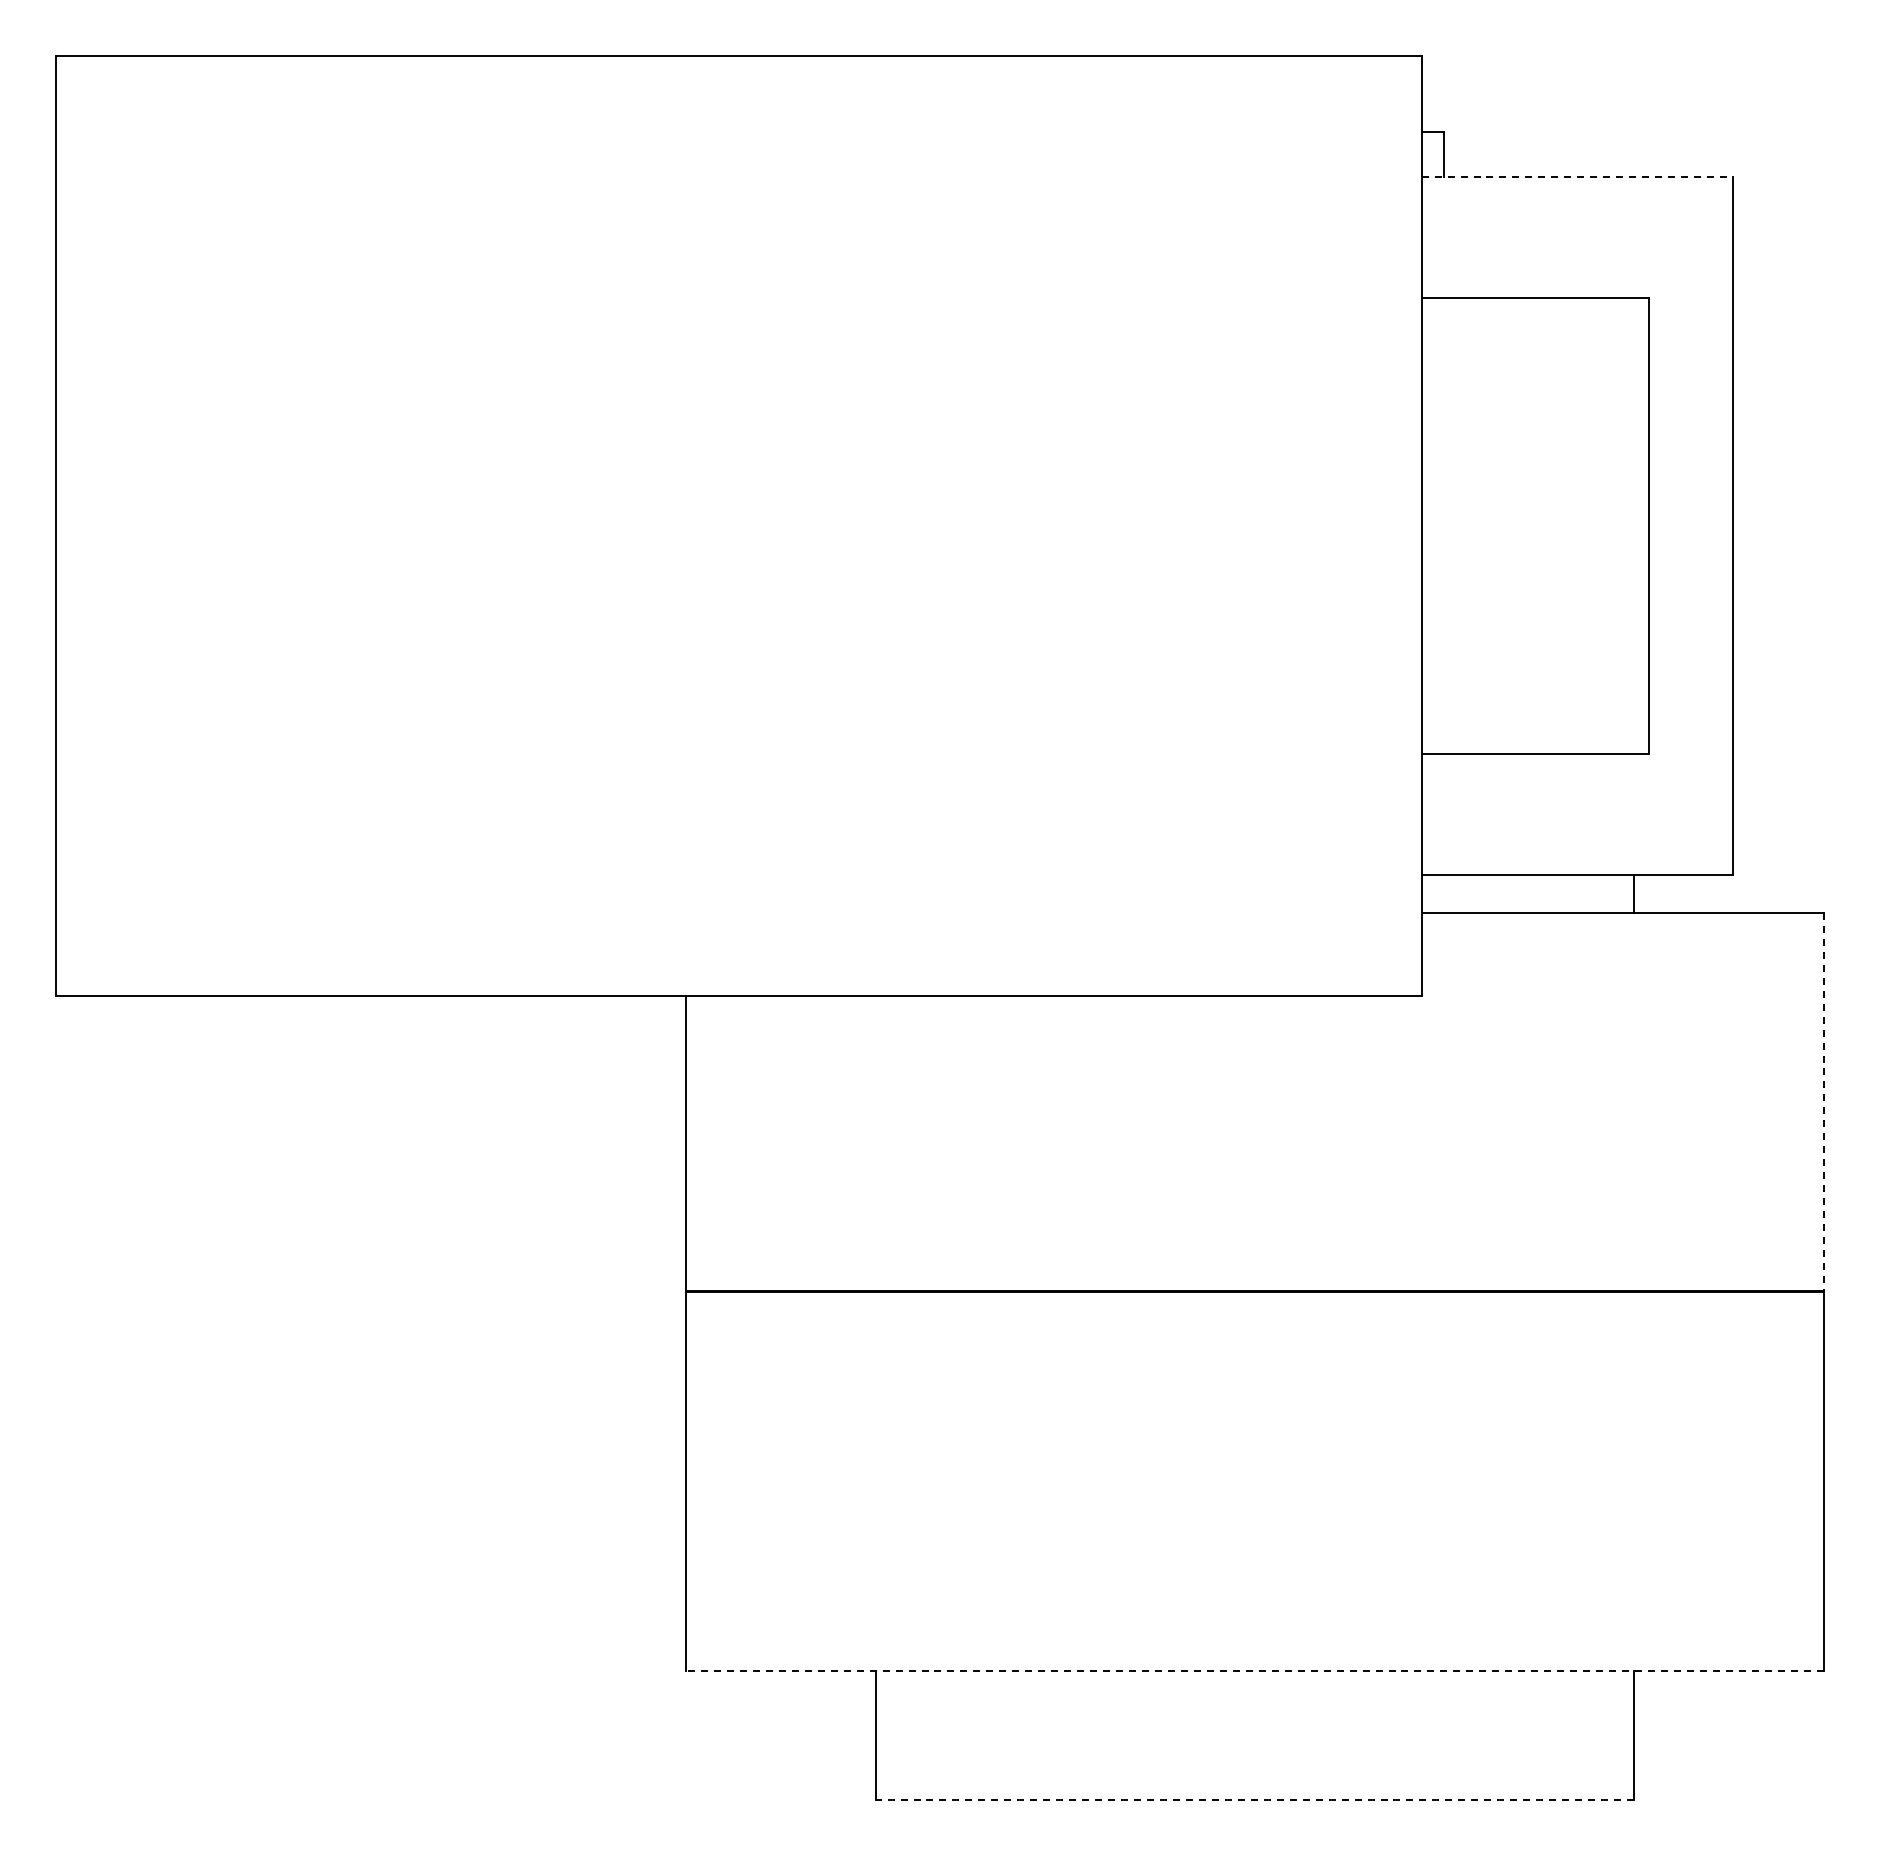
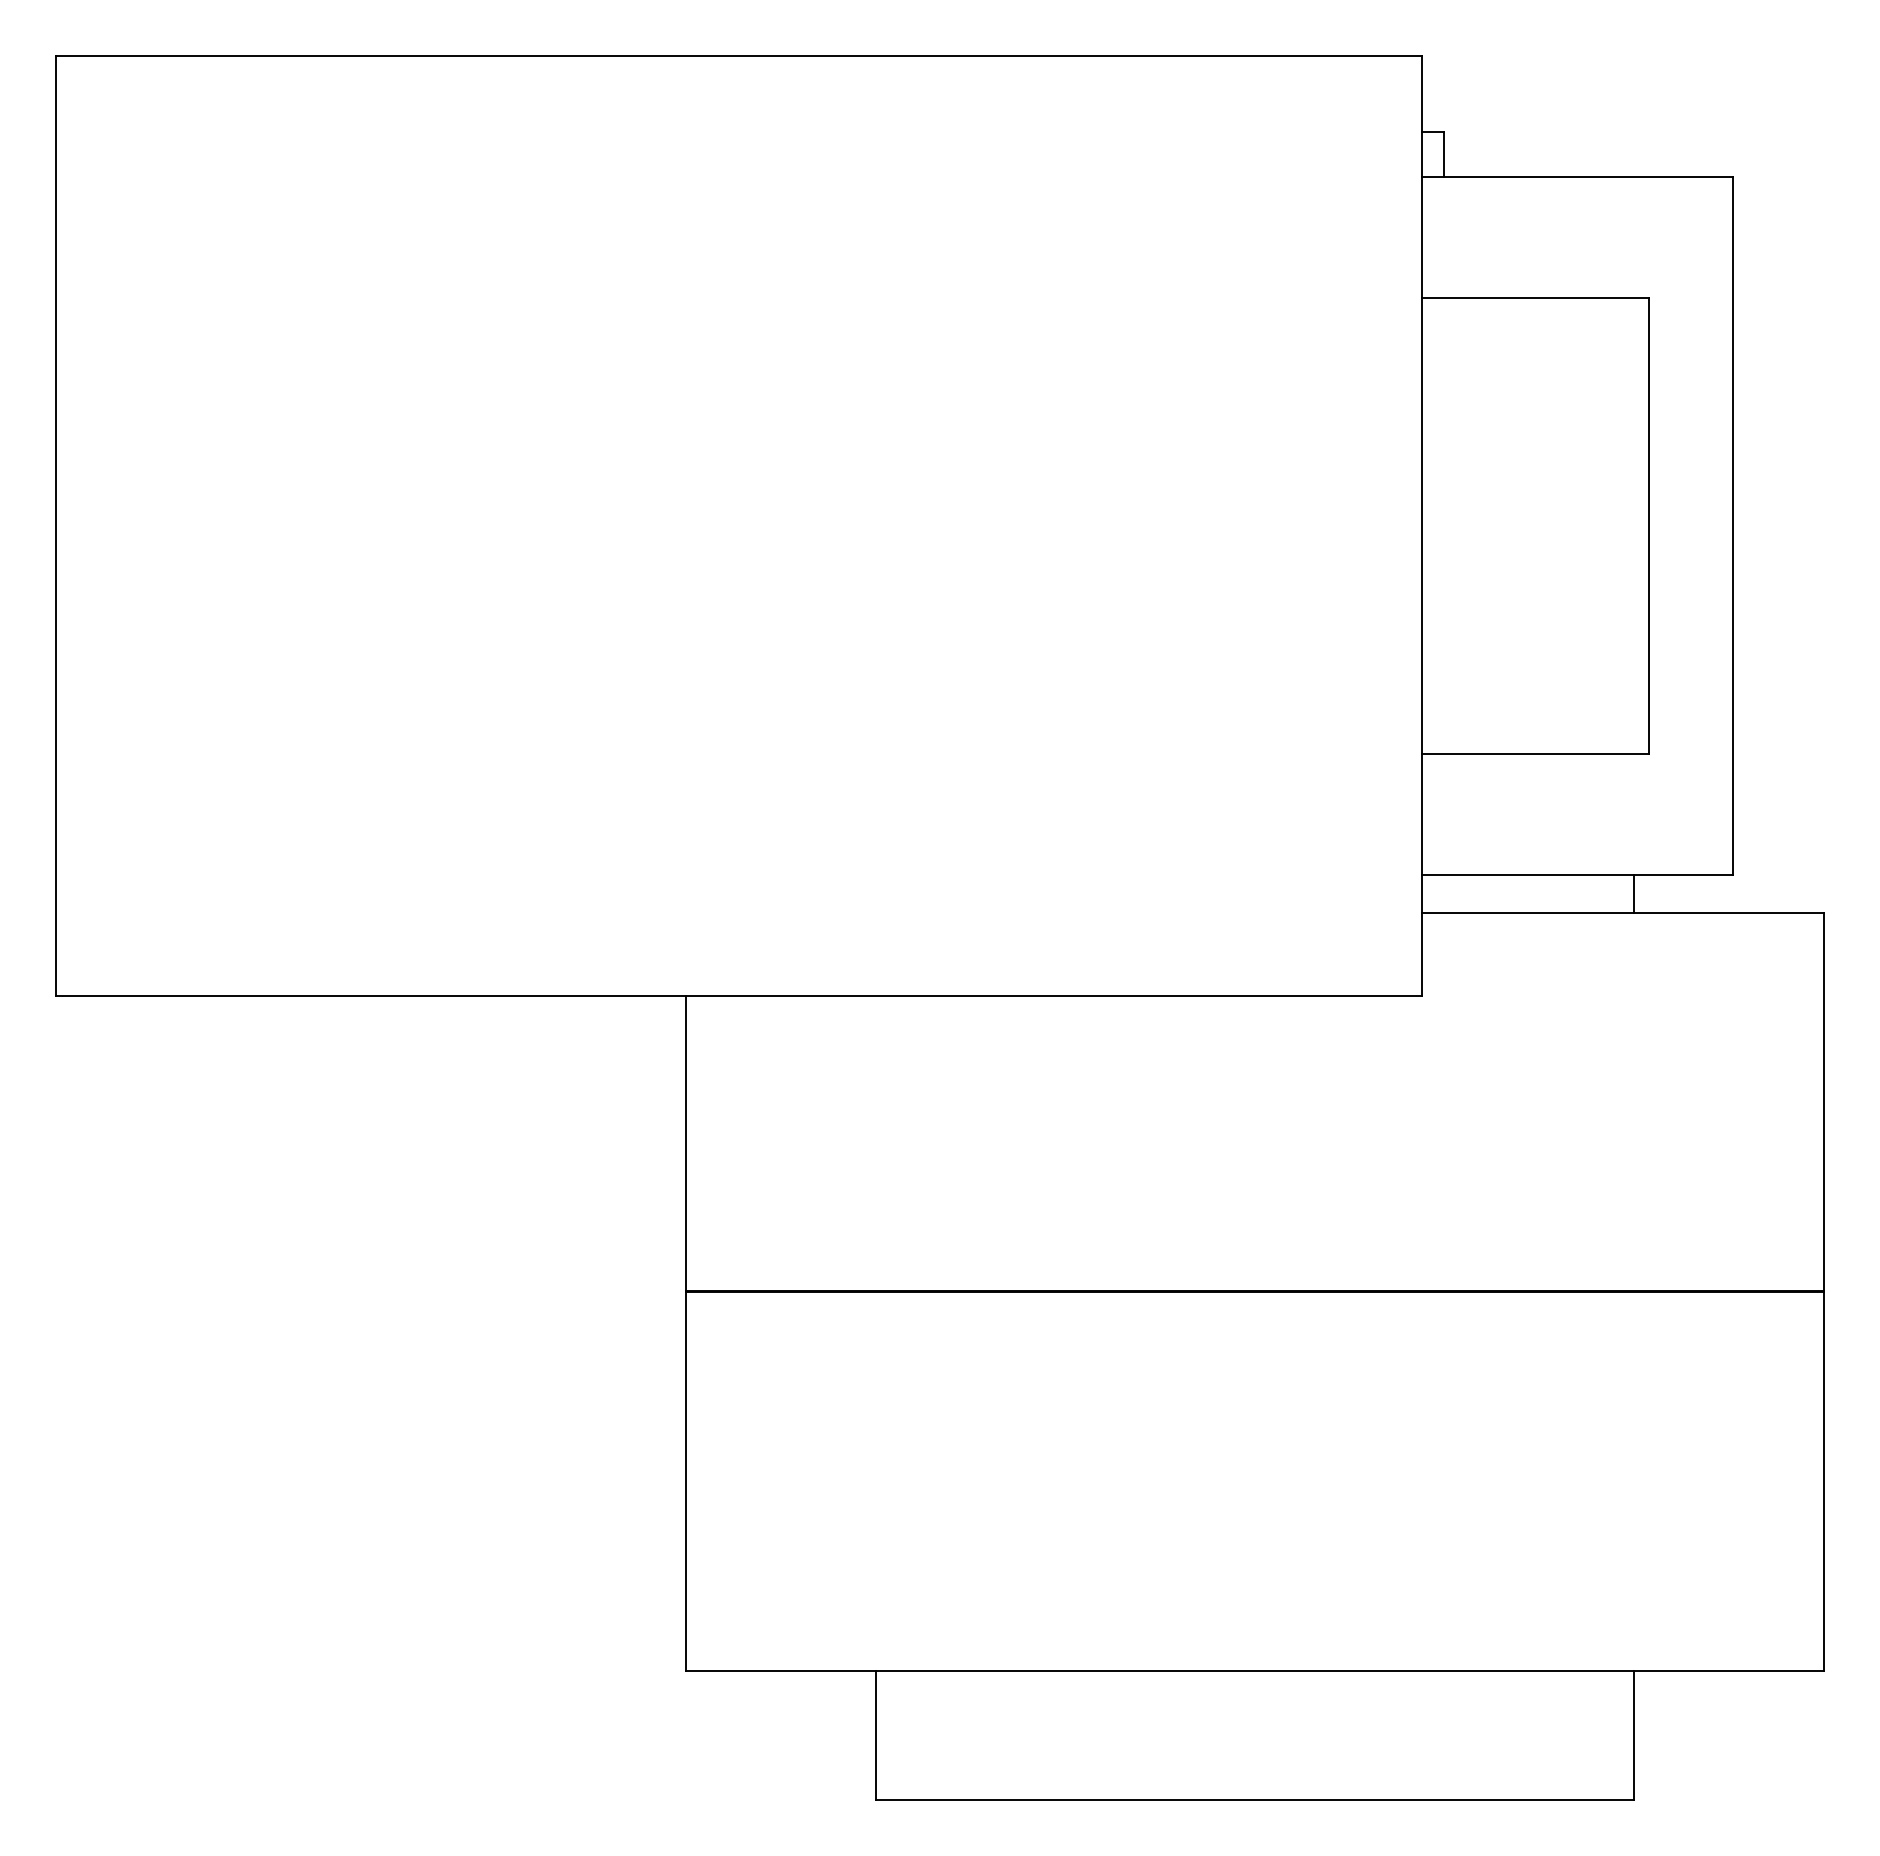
line at (1577, 177): dashed -> solid
line at (1823, 1102): dashed -> solid
line at (1254, 1671): dashed -> solid
line at (1254, 1800): dashed -> solid
